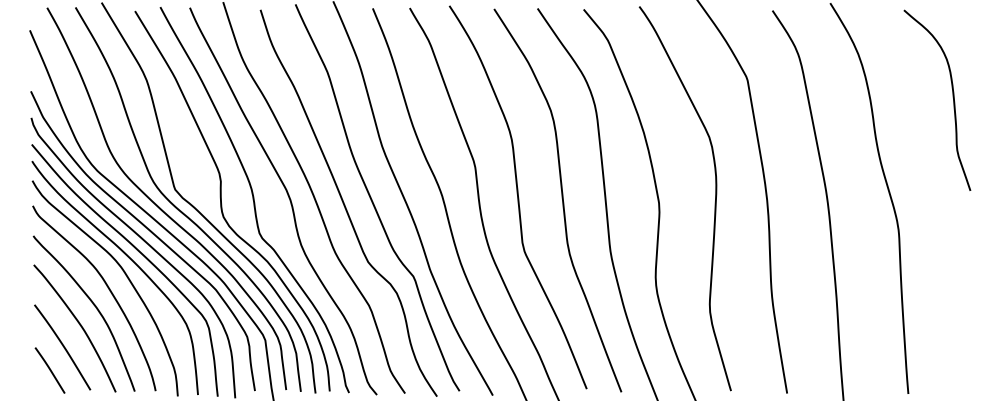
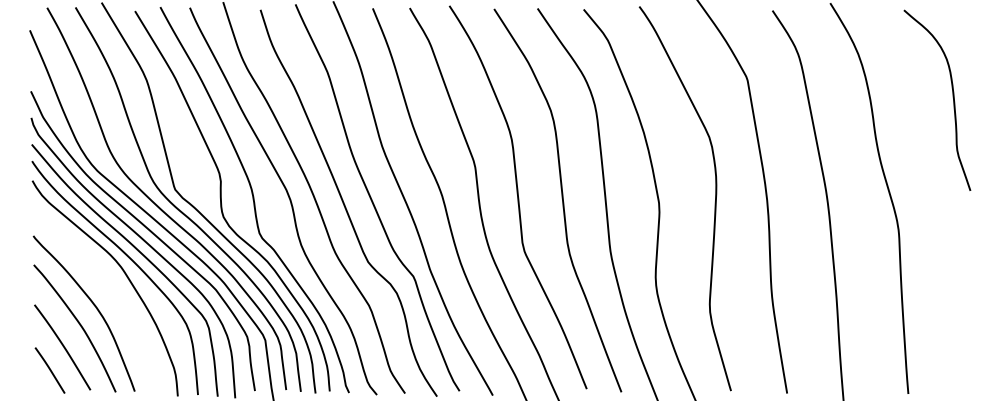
curve at (107, 288): present -> none
